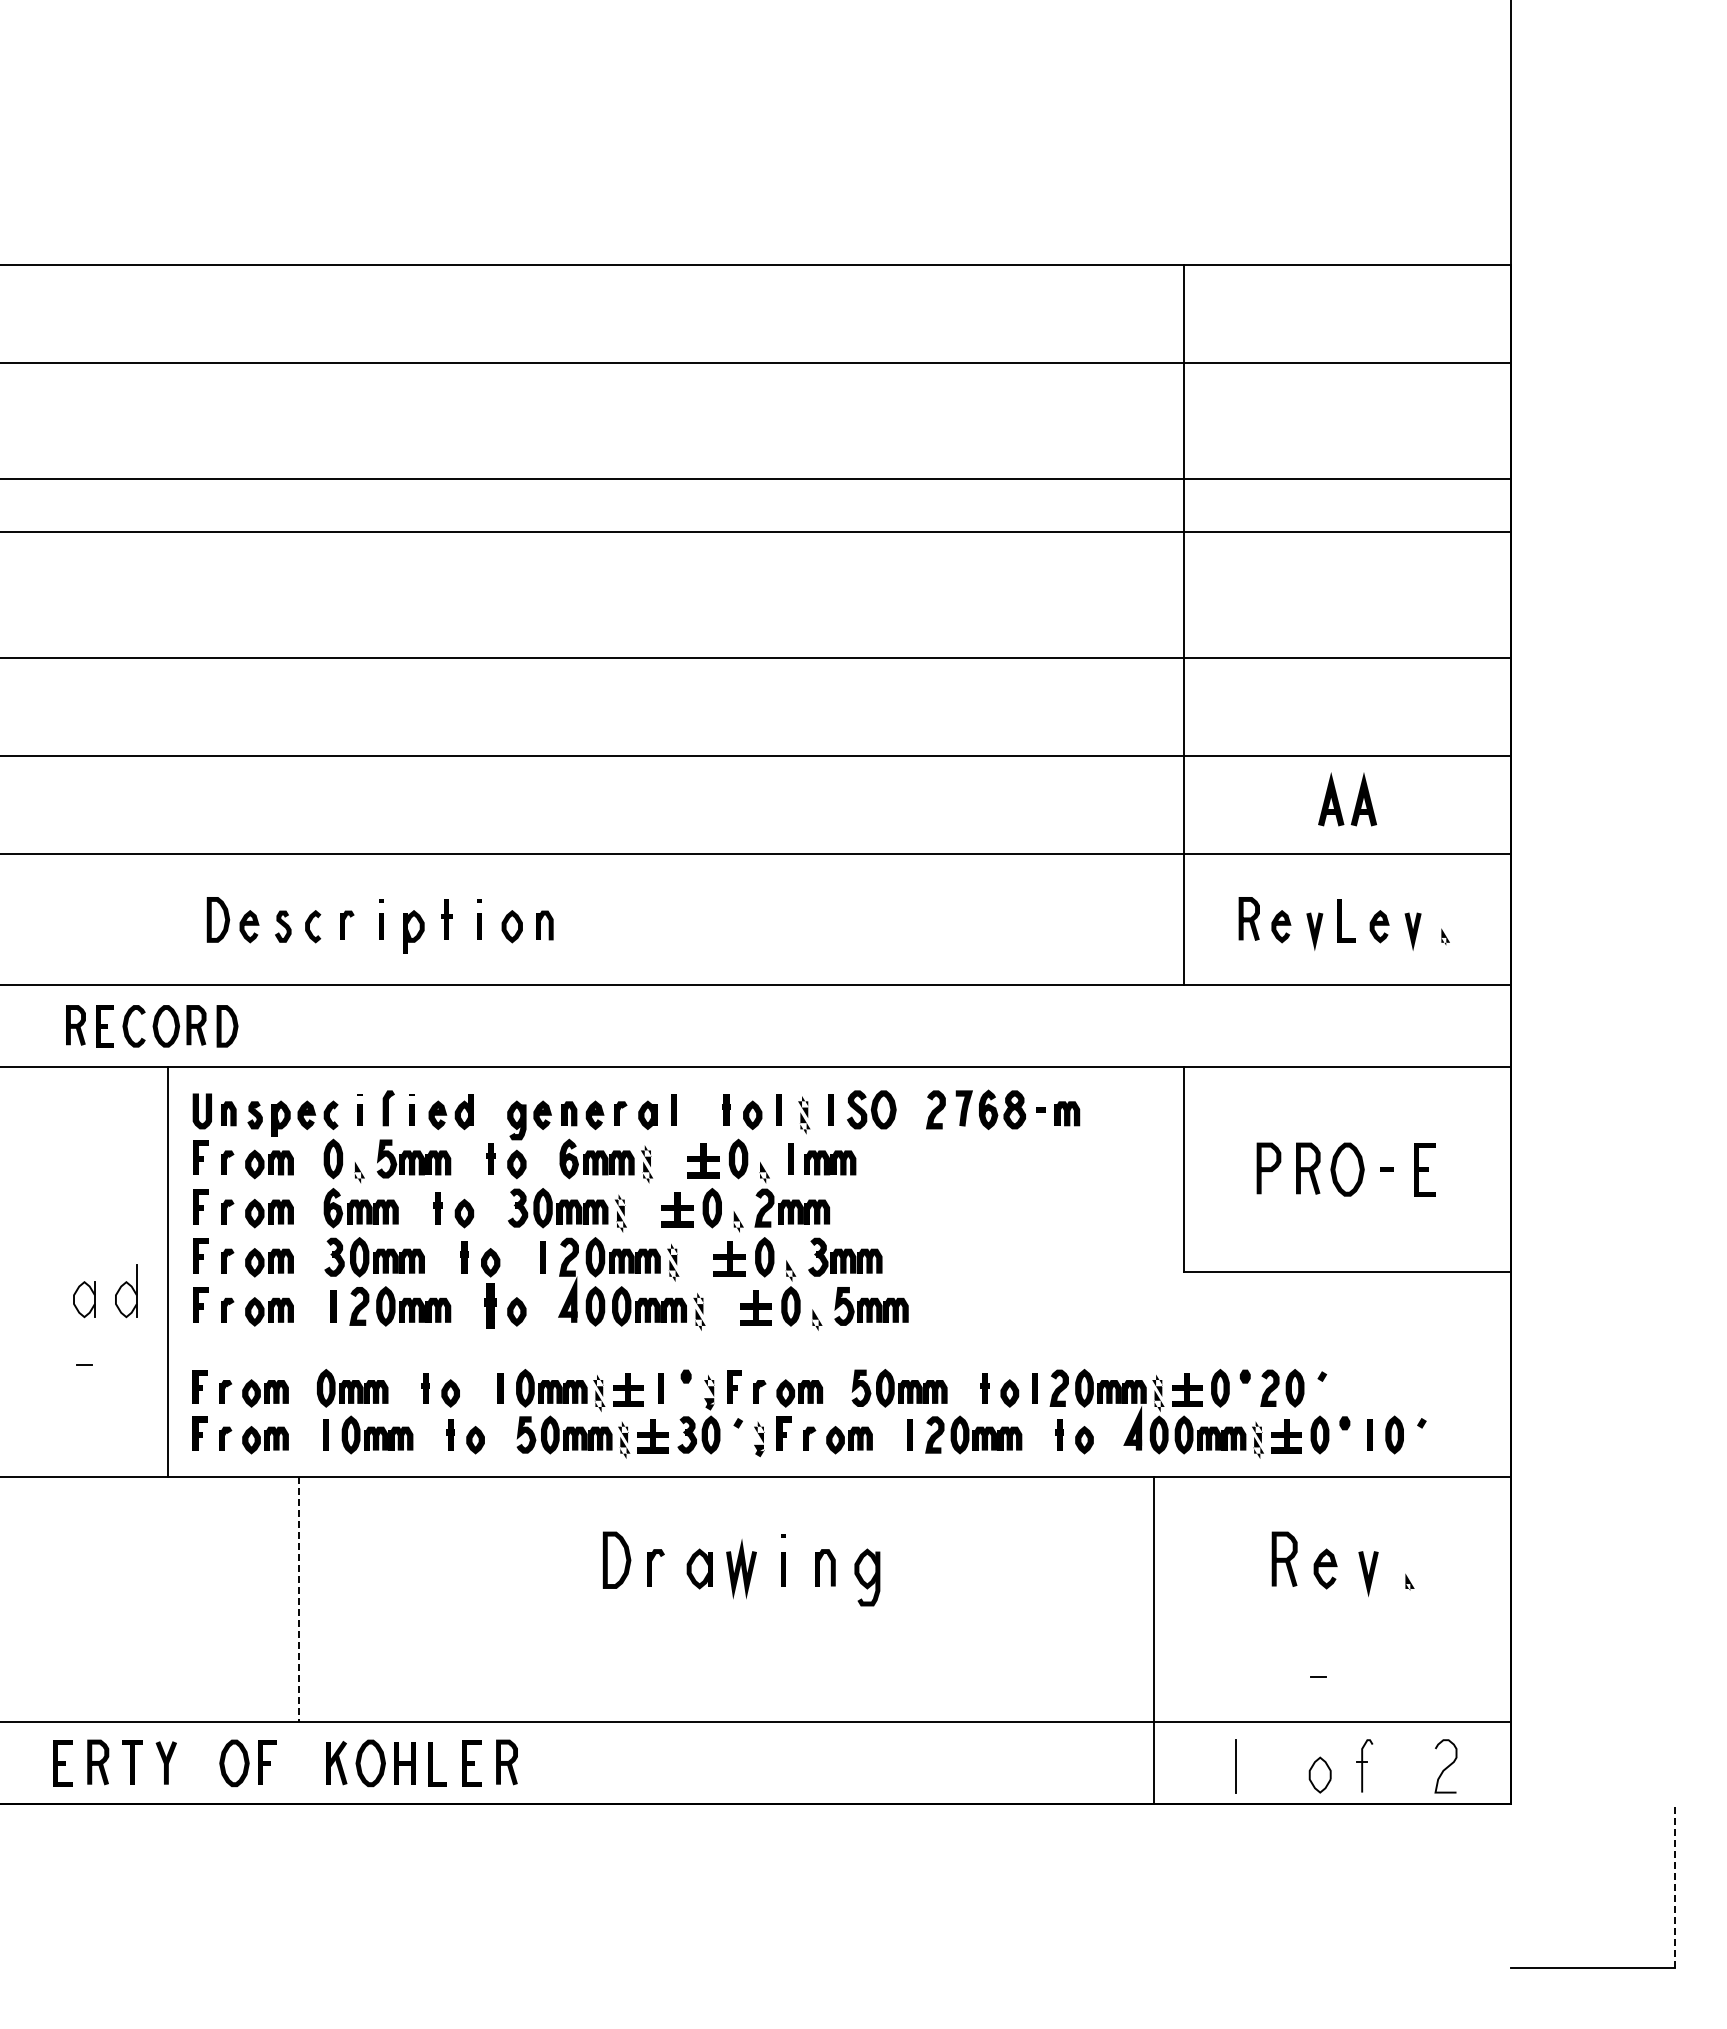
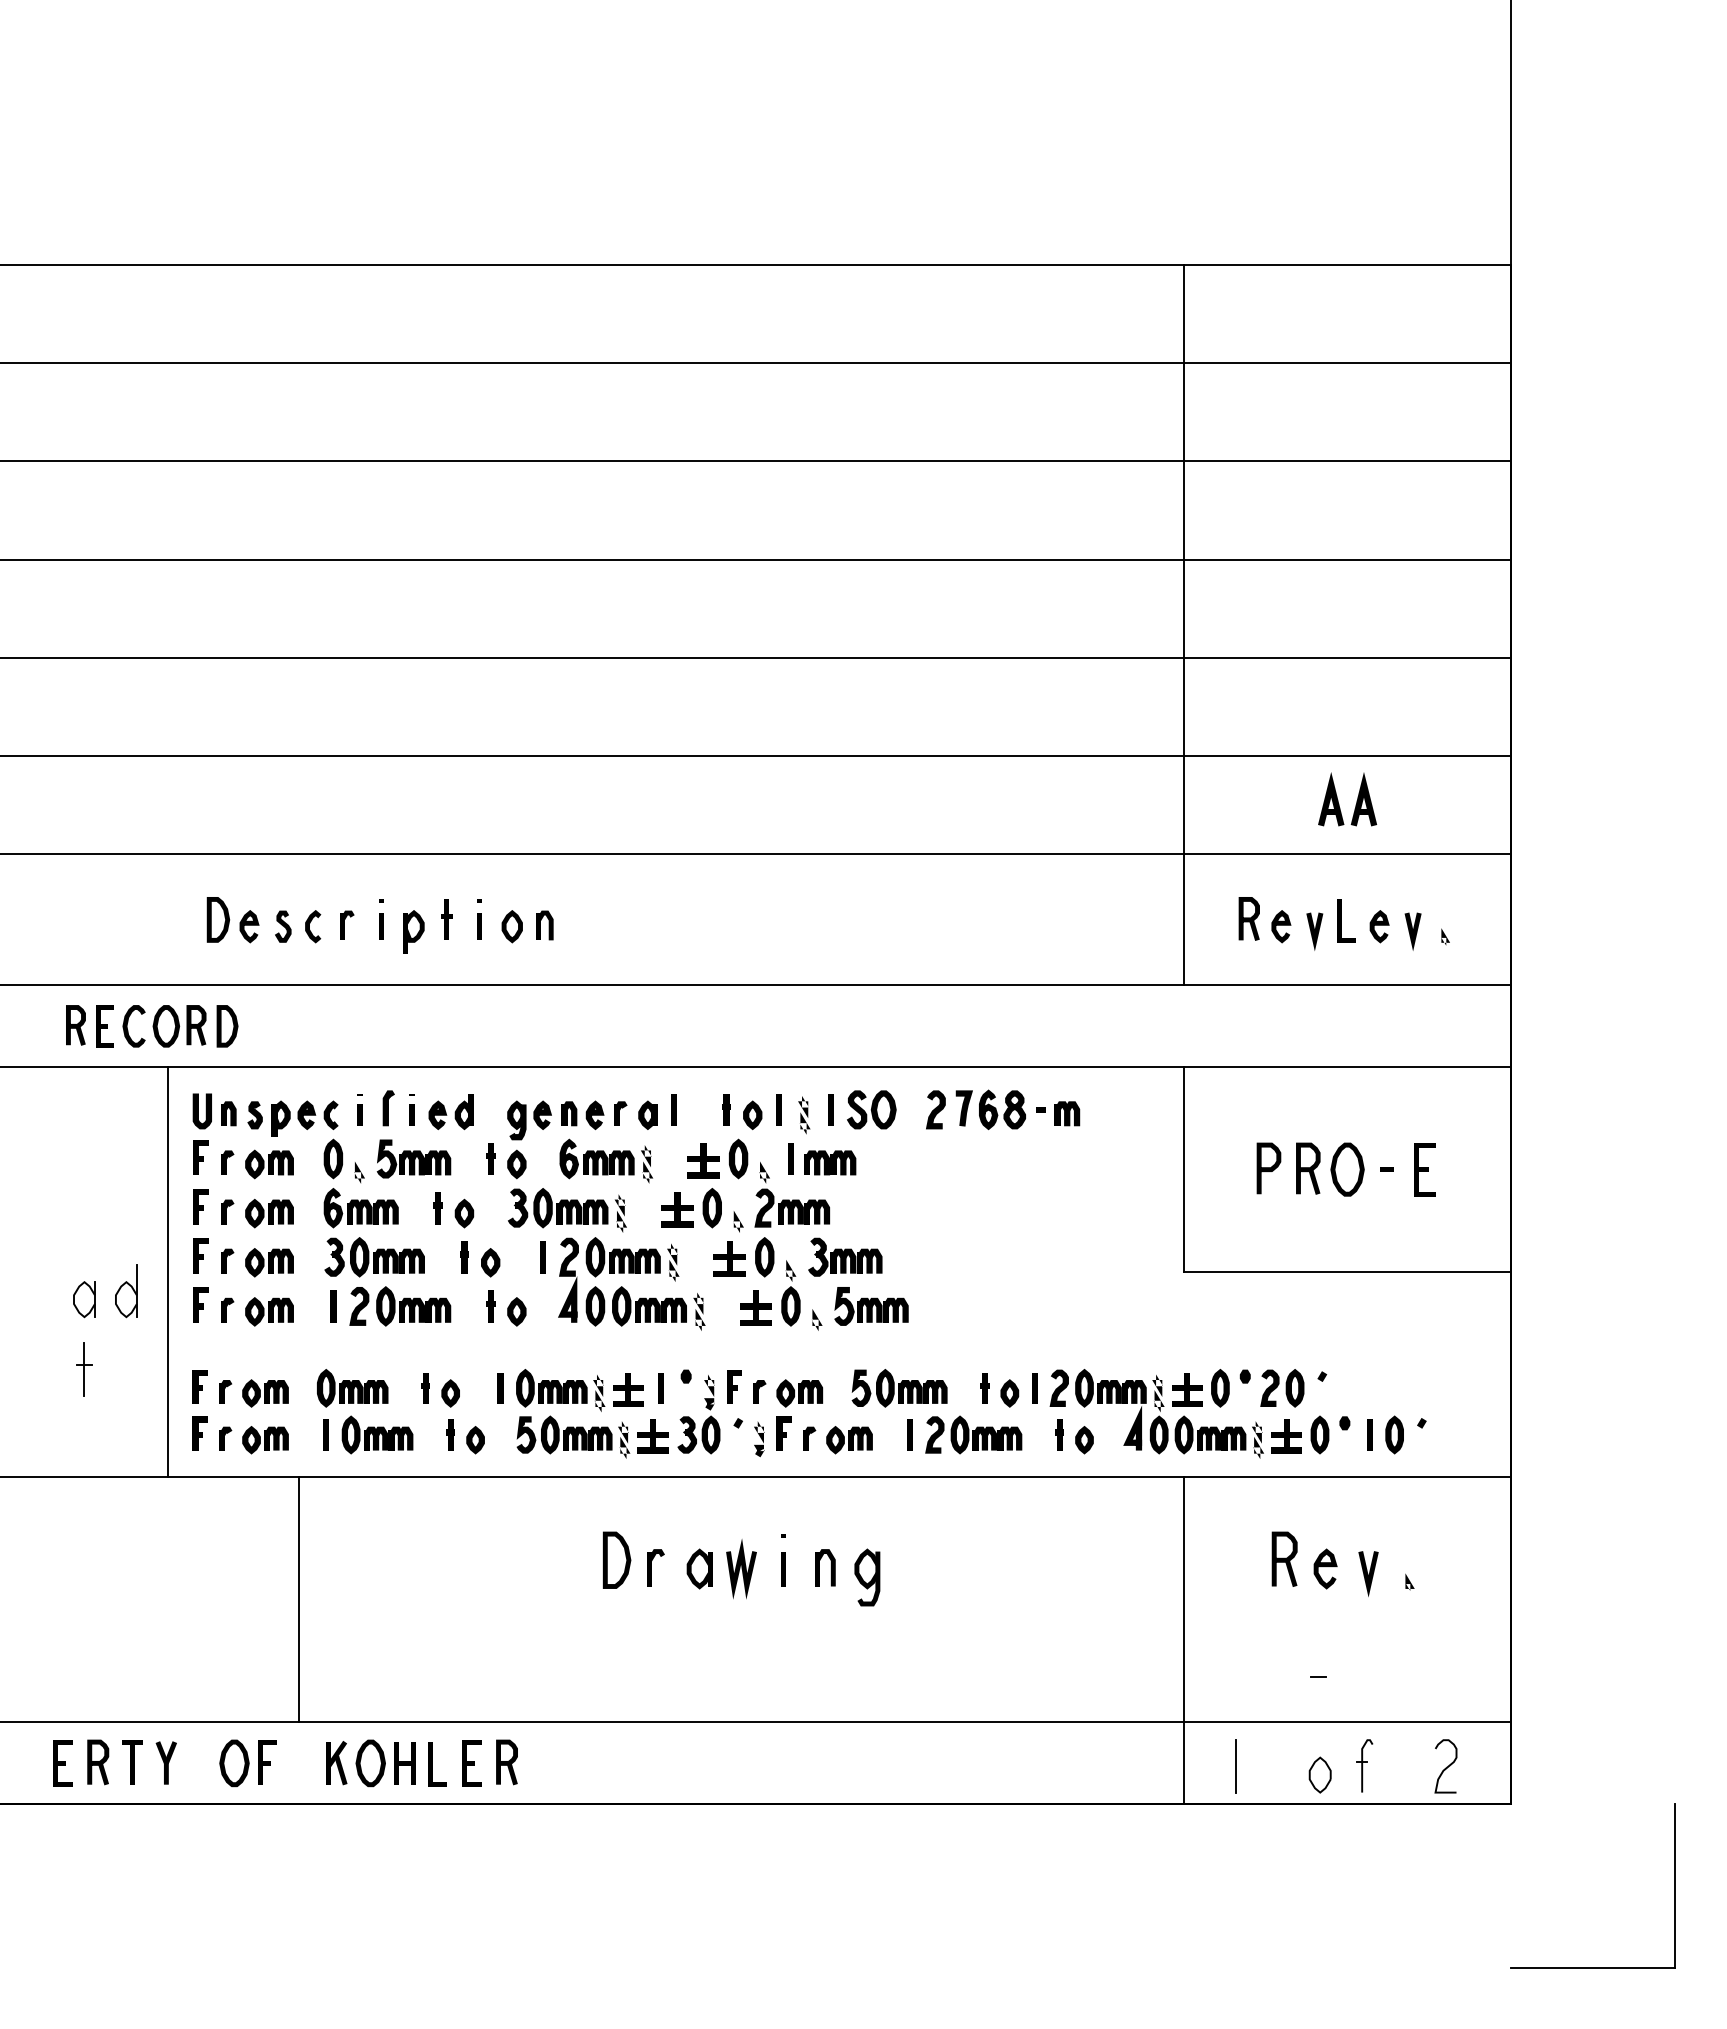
line at (756, 479) position: (756, 479) -> (756, 461)
line at (756, 531) position: (756, 531) -> (756, 559)
part at (490, 1305) size: 13x46 px -> 10x33 px
line at (84, 1369): none -> present
line at (299, 1599): dashed -> solid
line at (1153, 1640) position: (1153, 1640) -> (1183, 1640)
line at (1675, 1886): dashed -> solid
